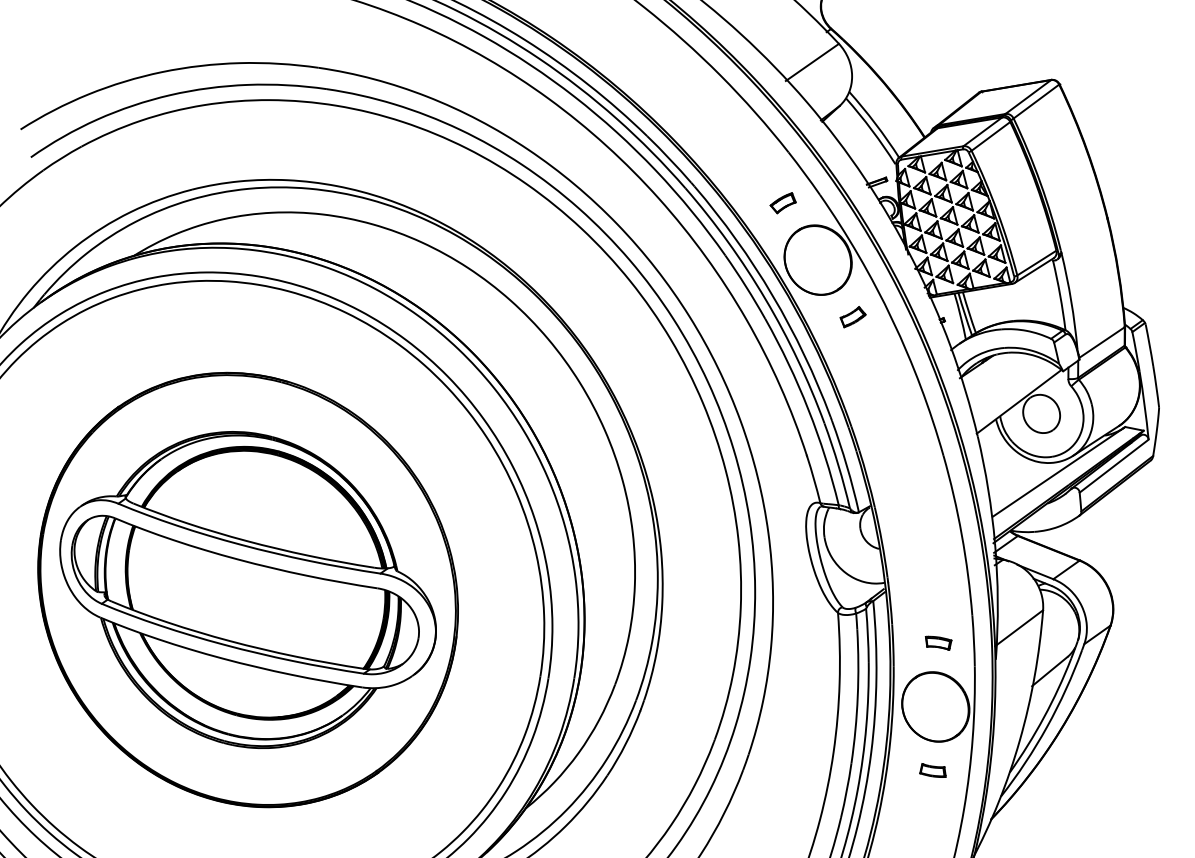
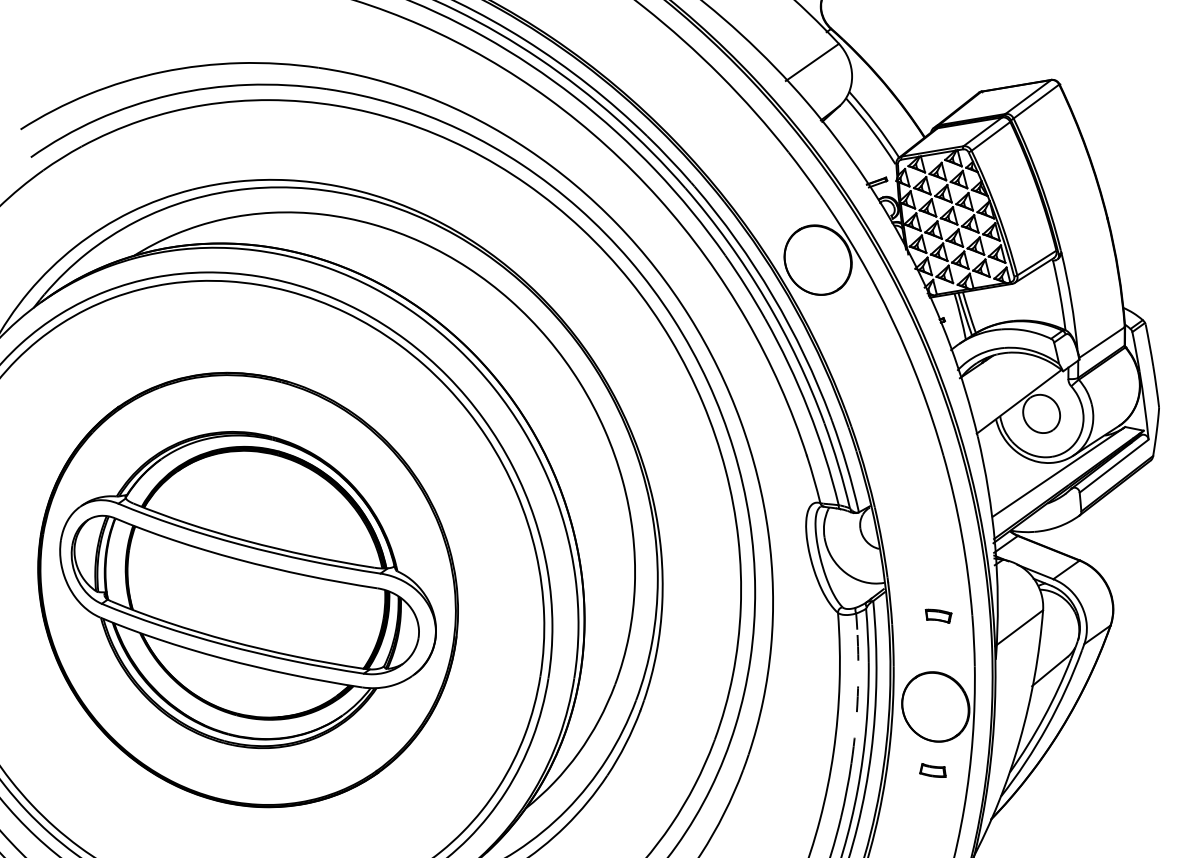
part at (782, 203): present -> none
part at (852, 317): present -> none
part at (938, 642) position: (938, 642) -> (938, 615)
arc at (857, 696): solid -> dashed
